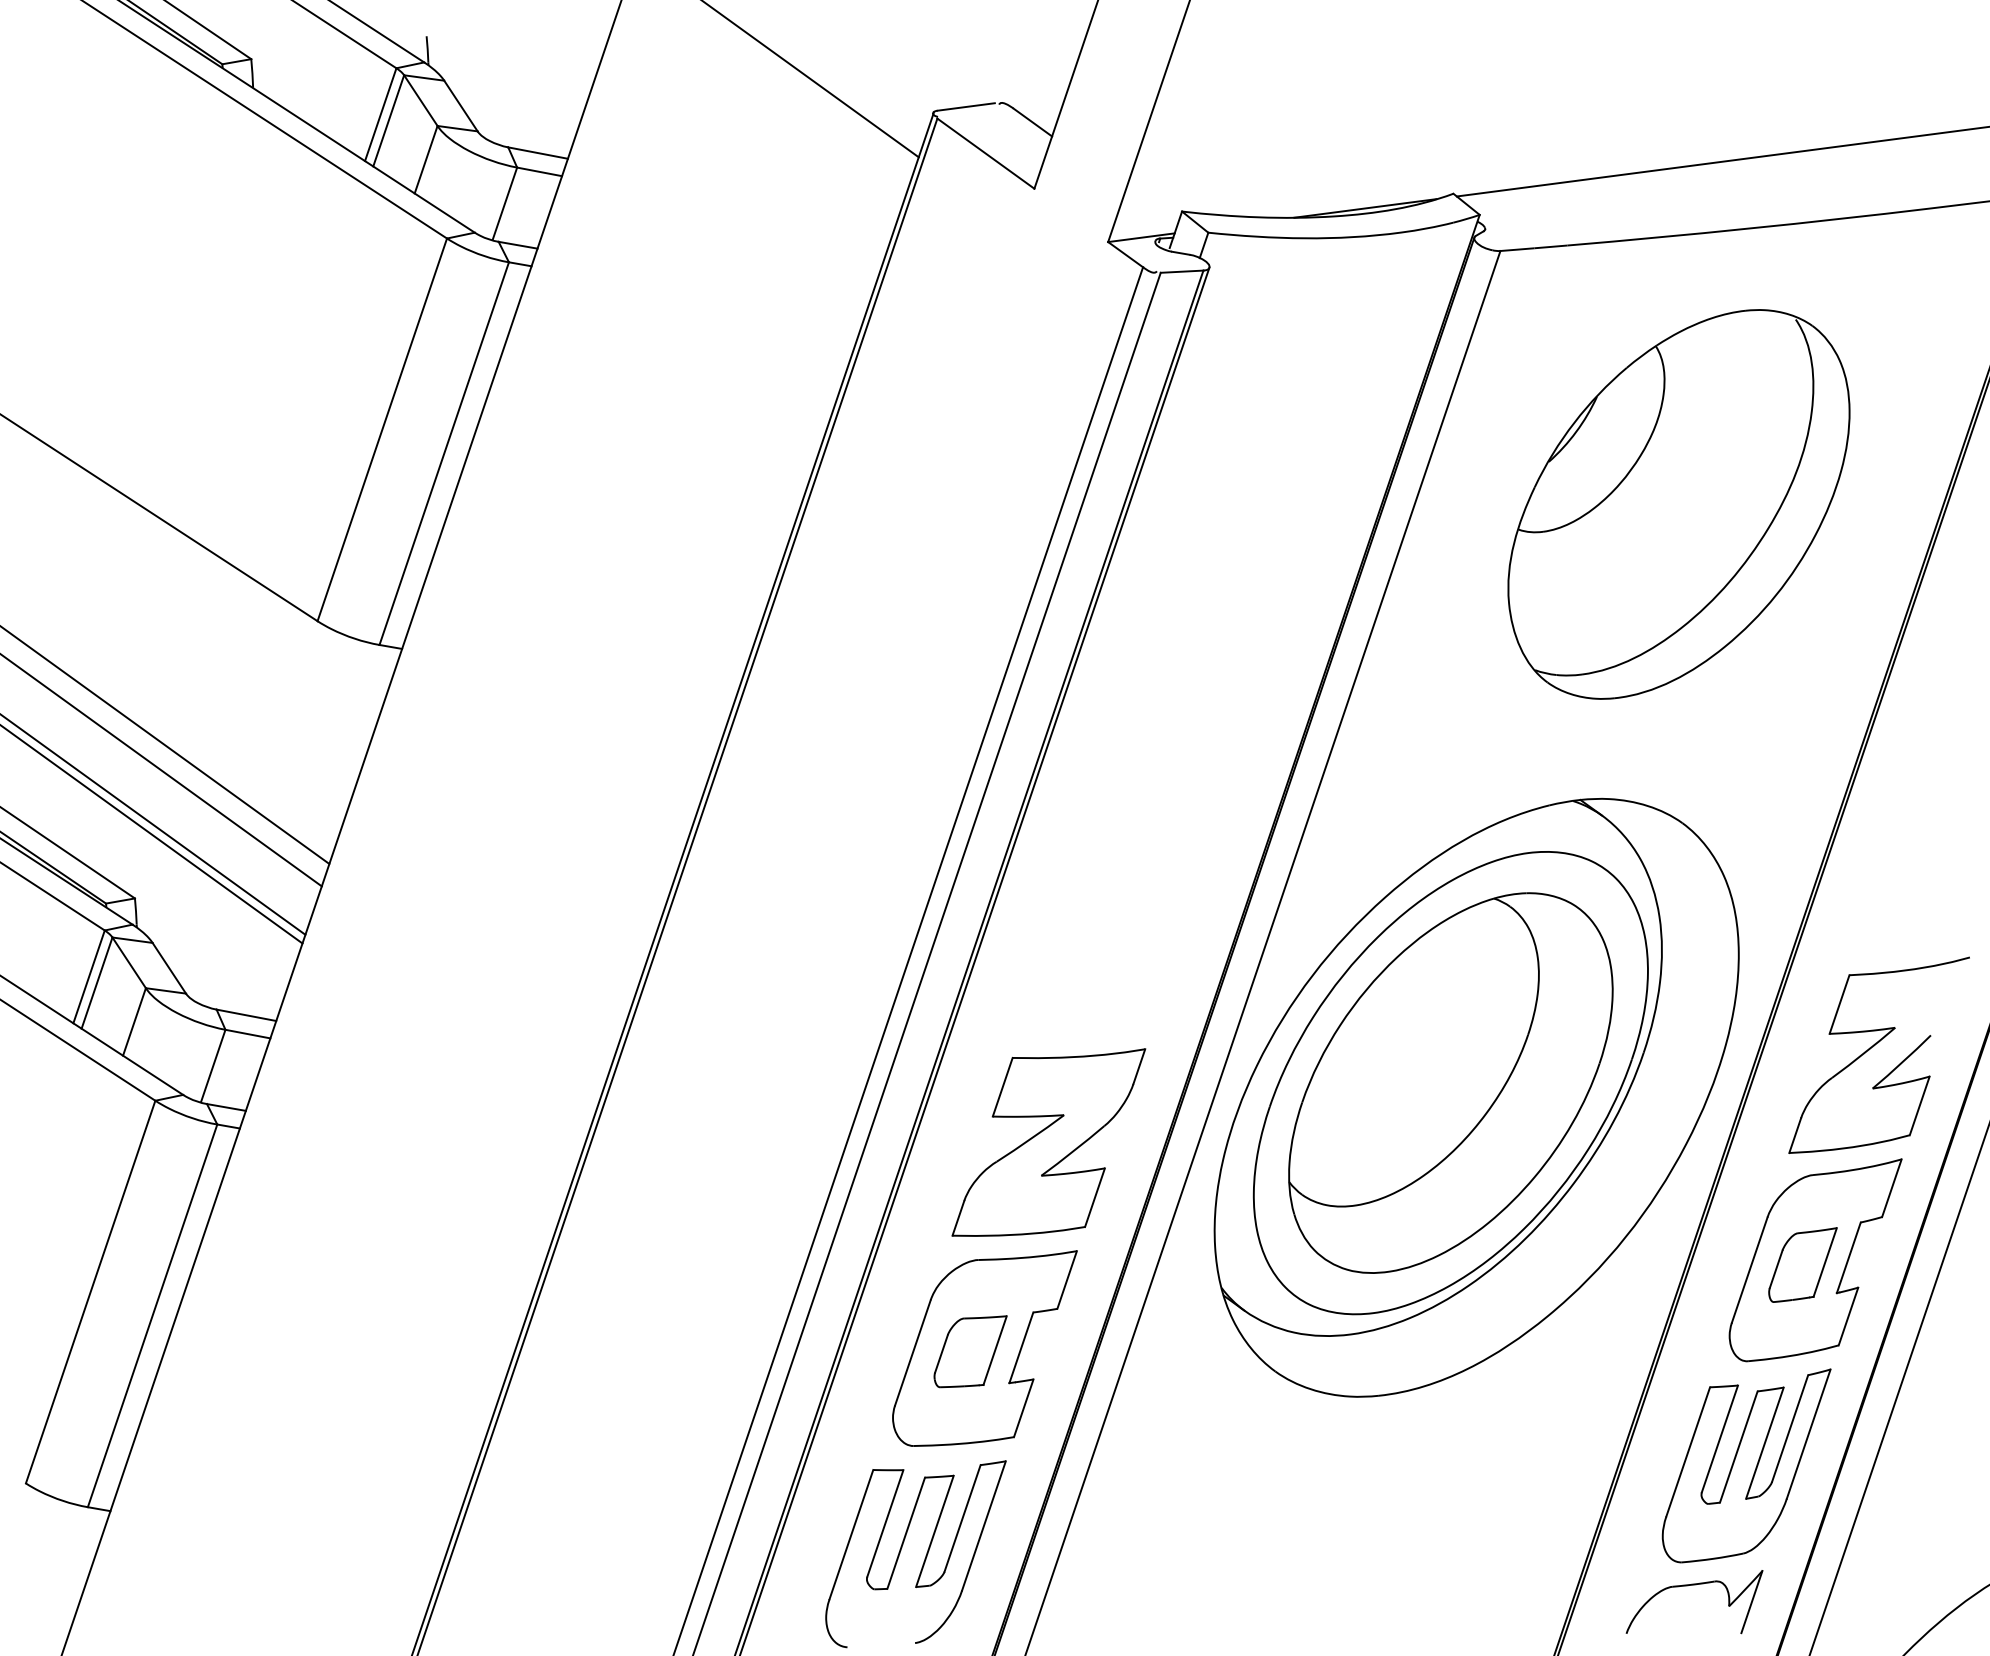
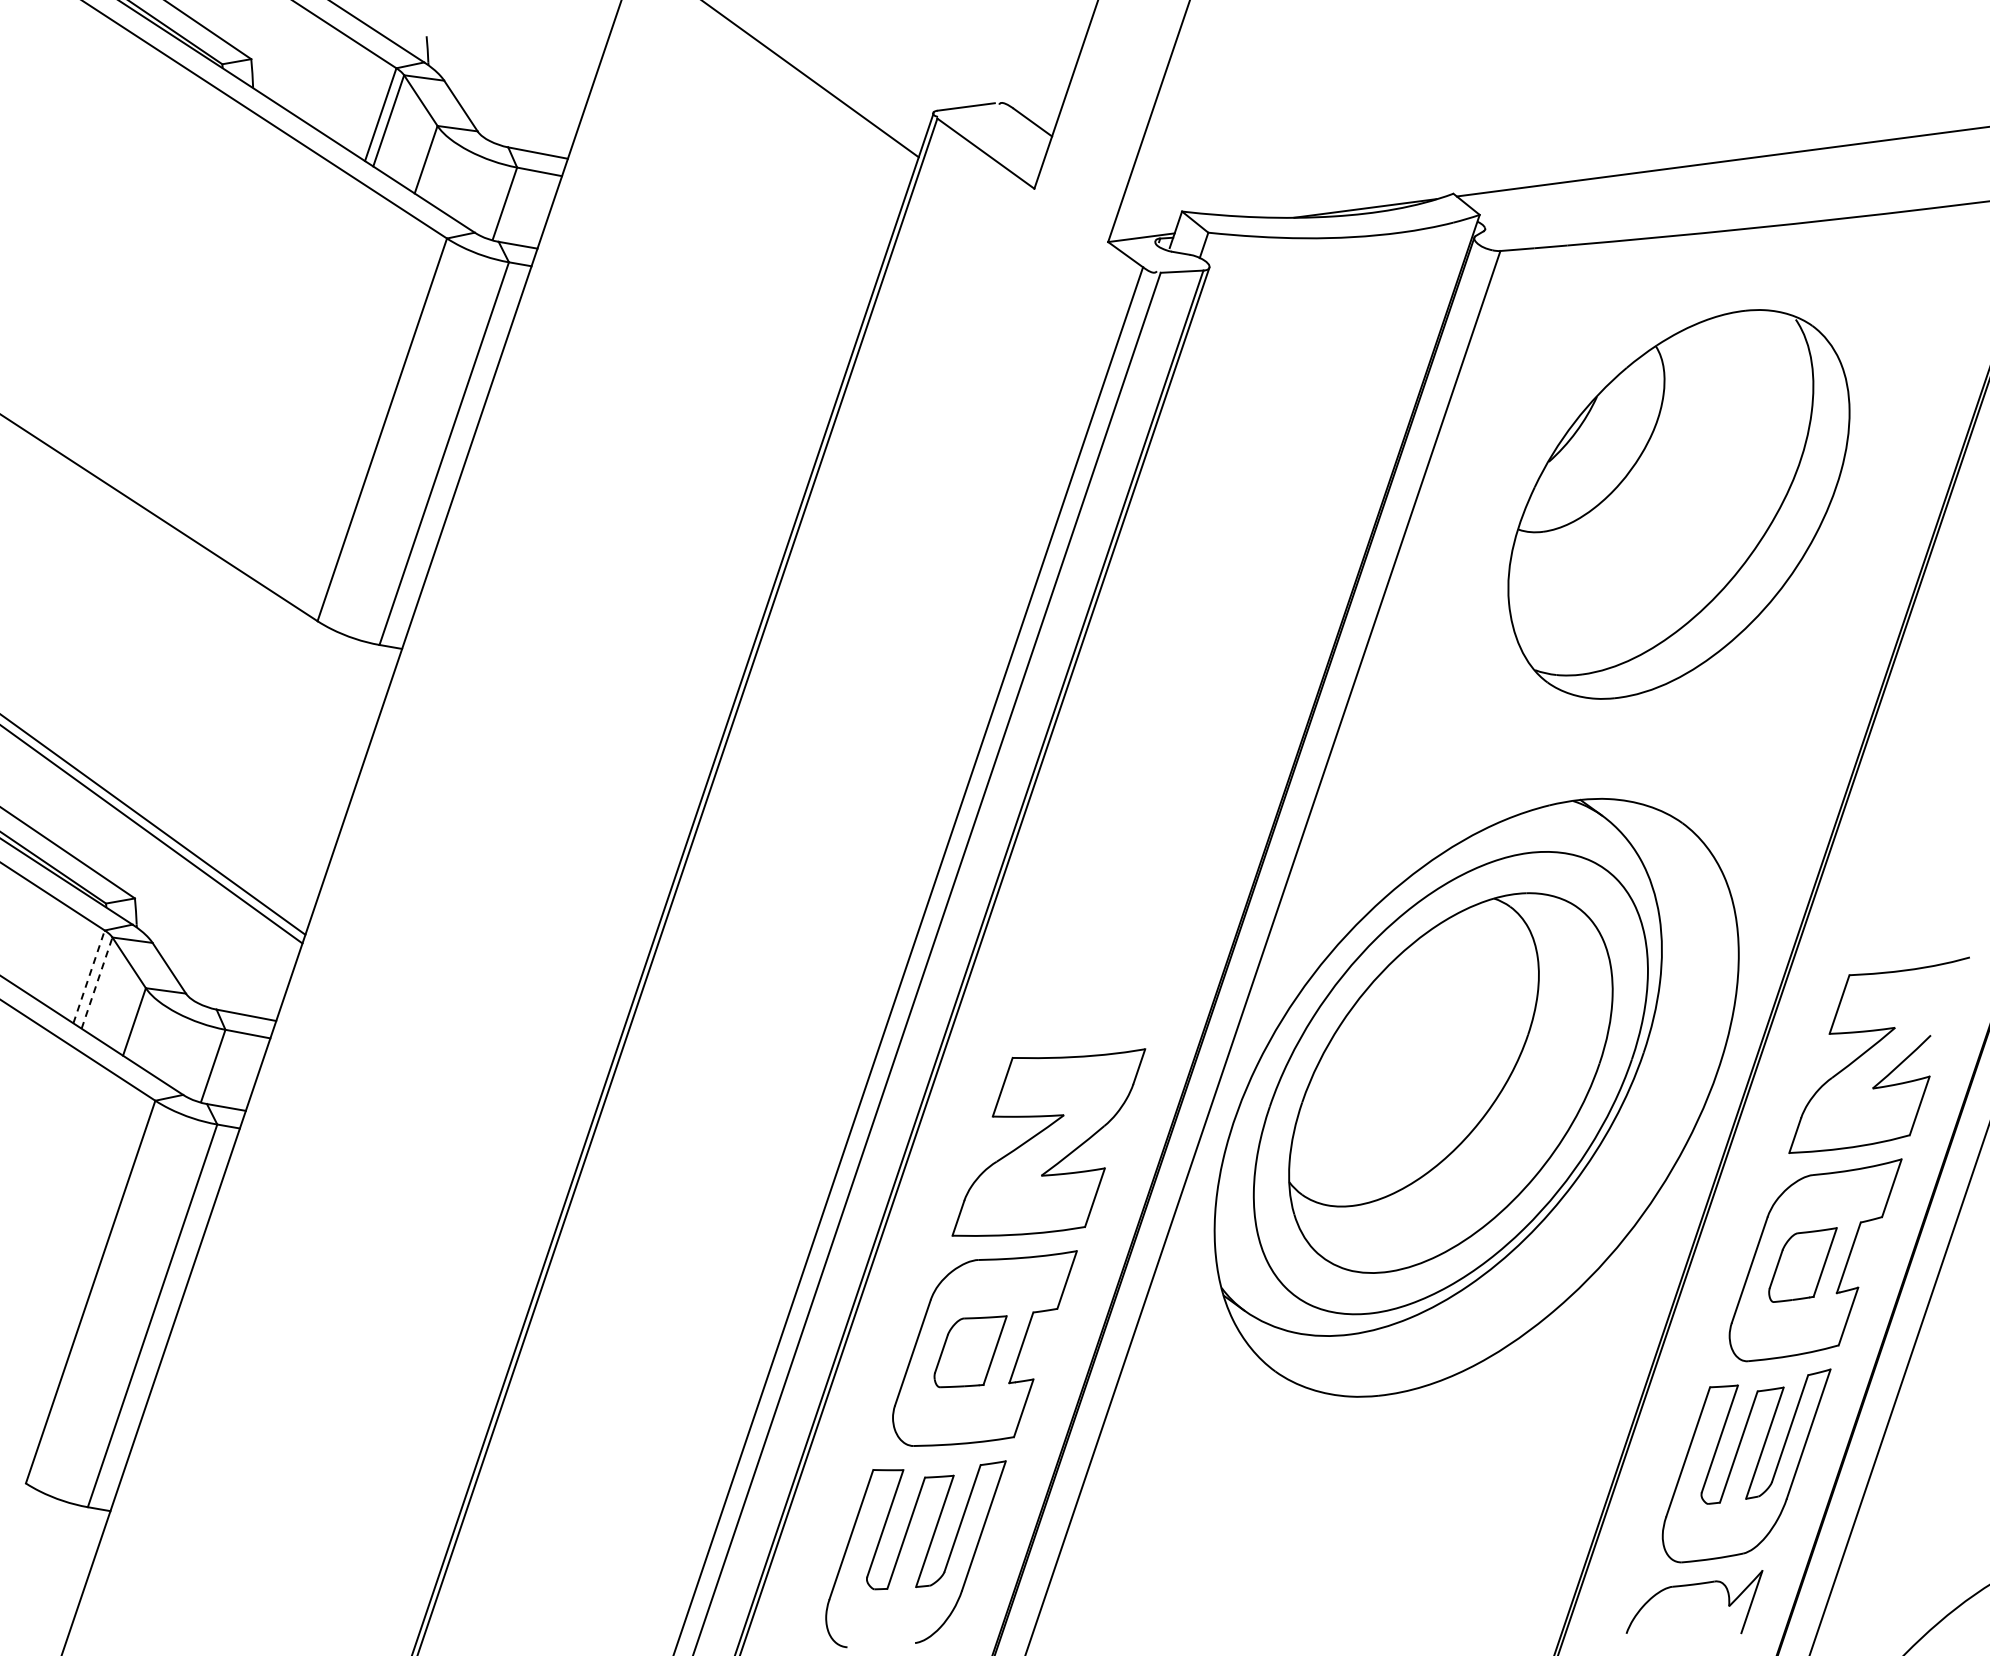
line at (165, 745): present -> none
line at (161, 770): present -> none
line at (89, 976): solid -> dashed
line at (97, 982): solid -> dashed
